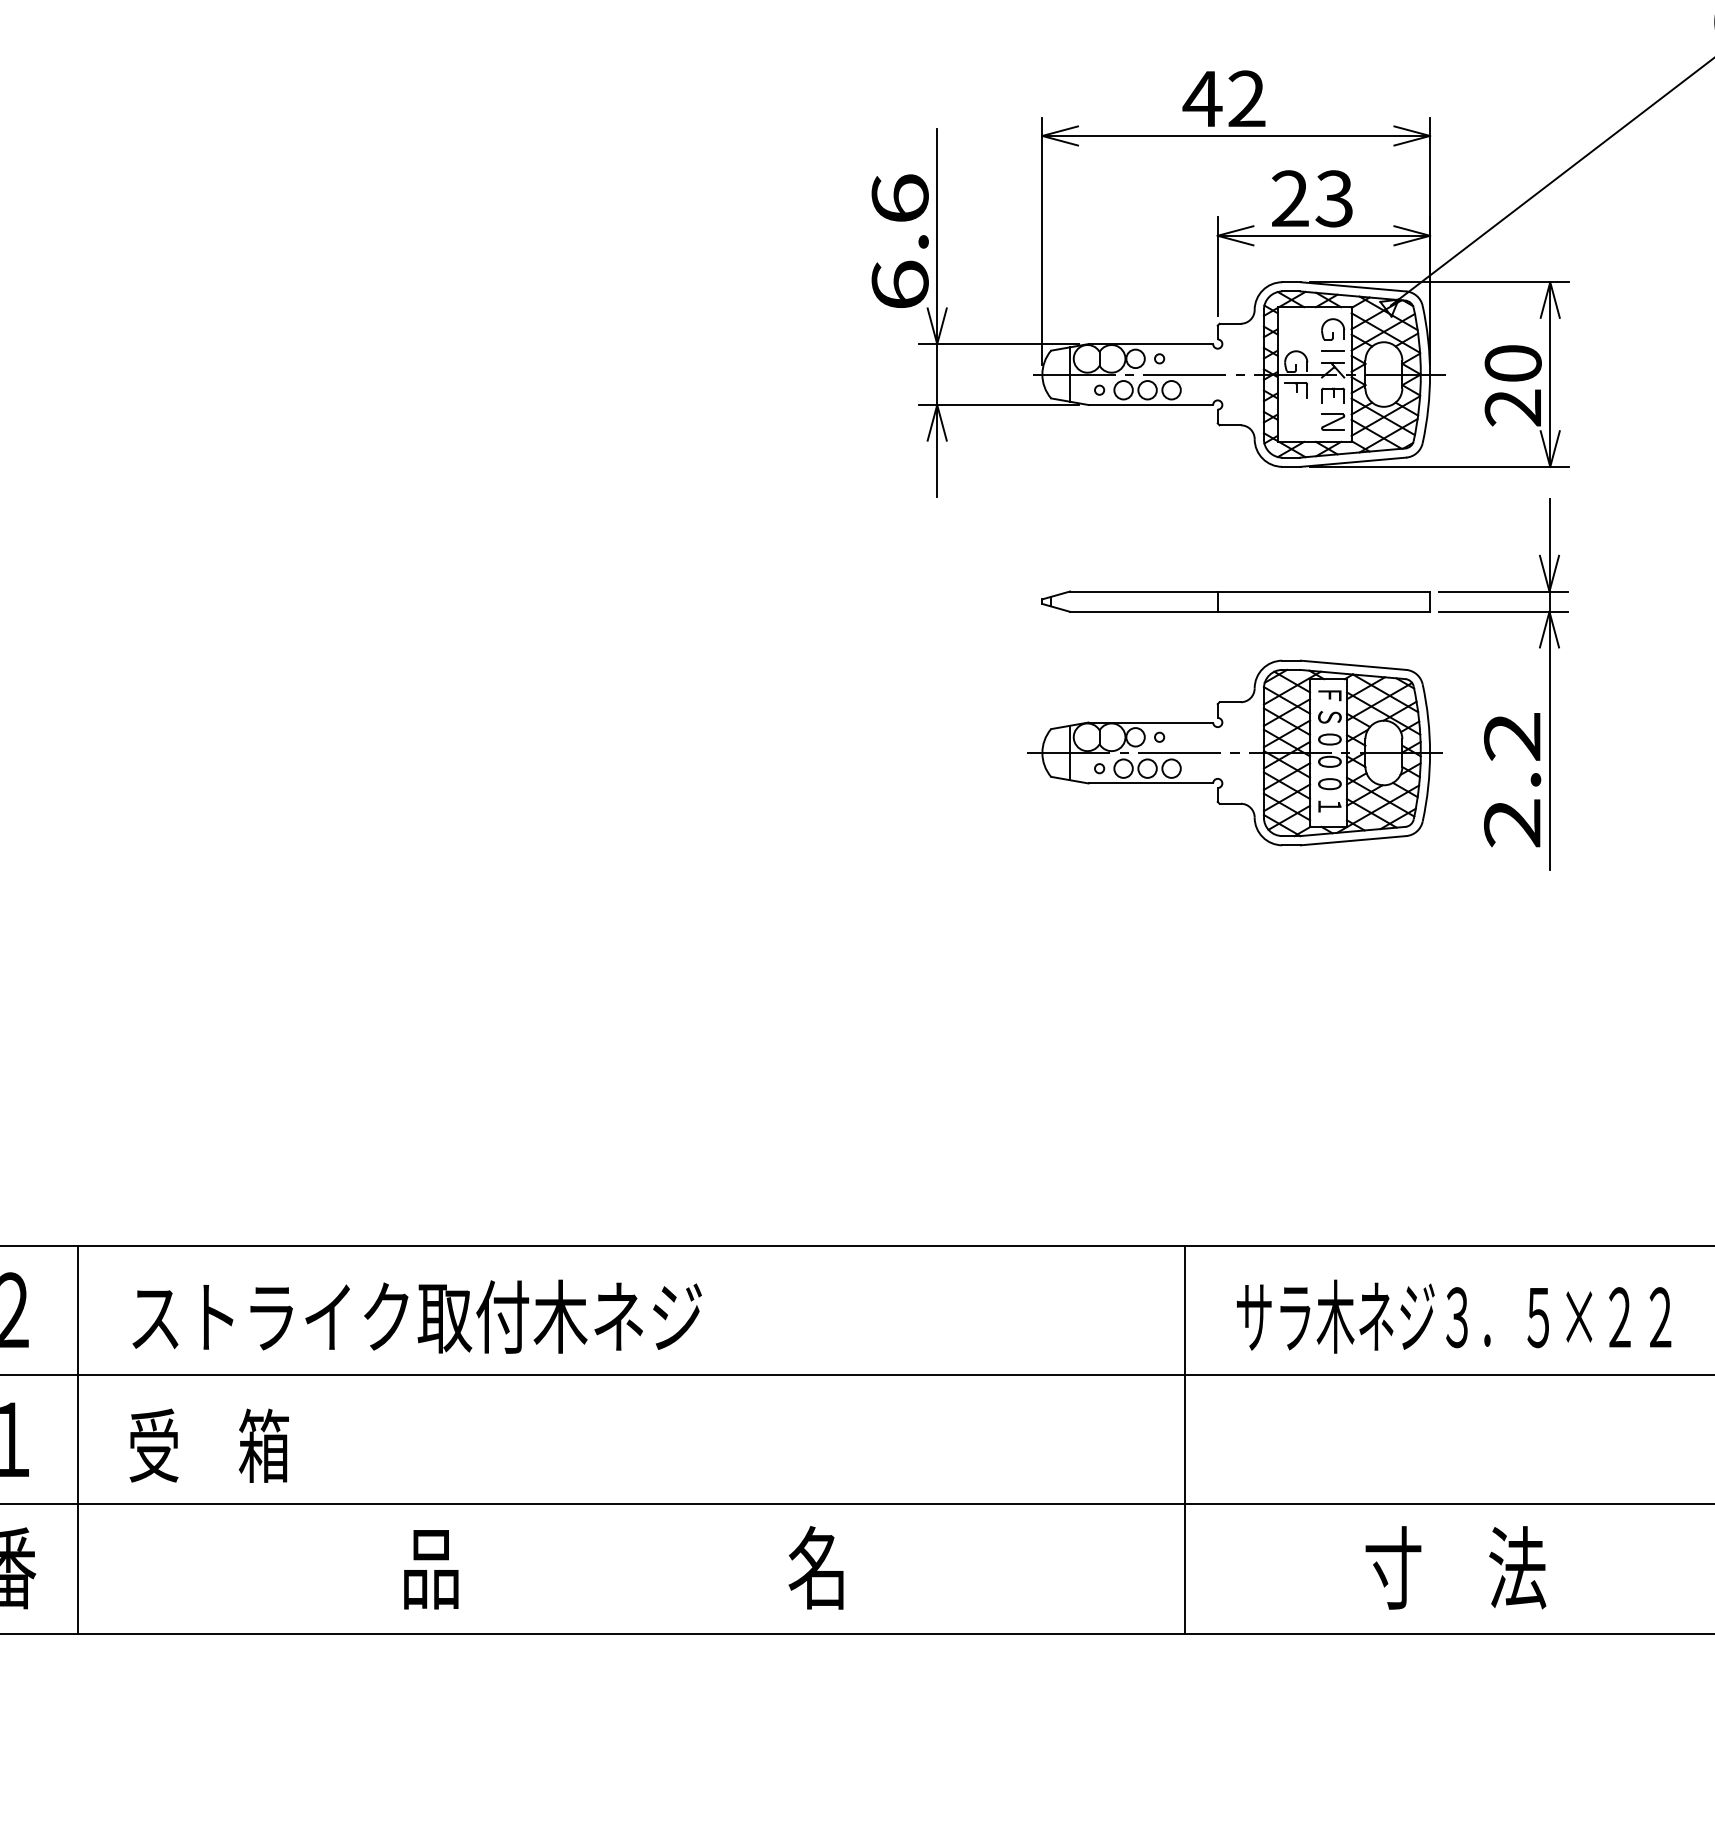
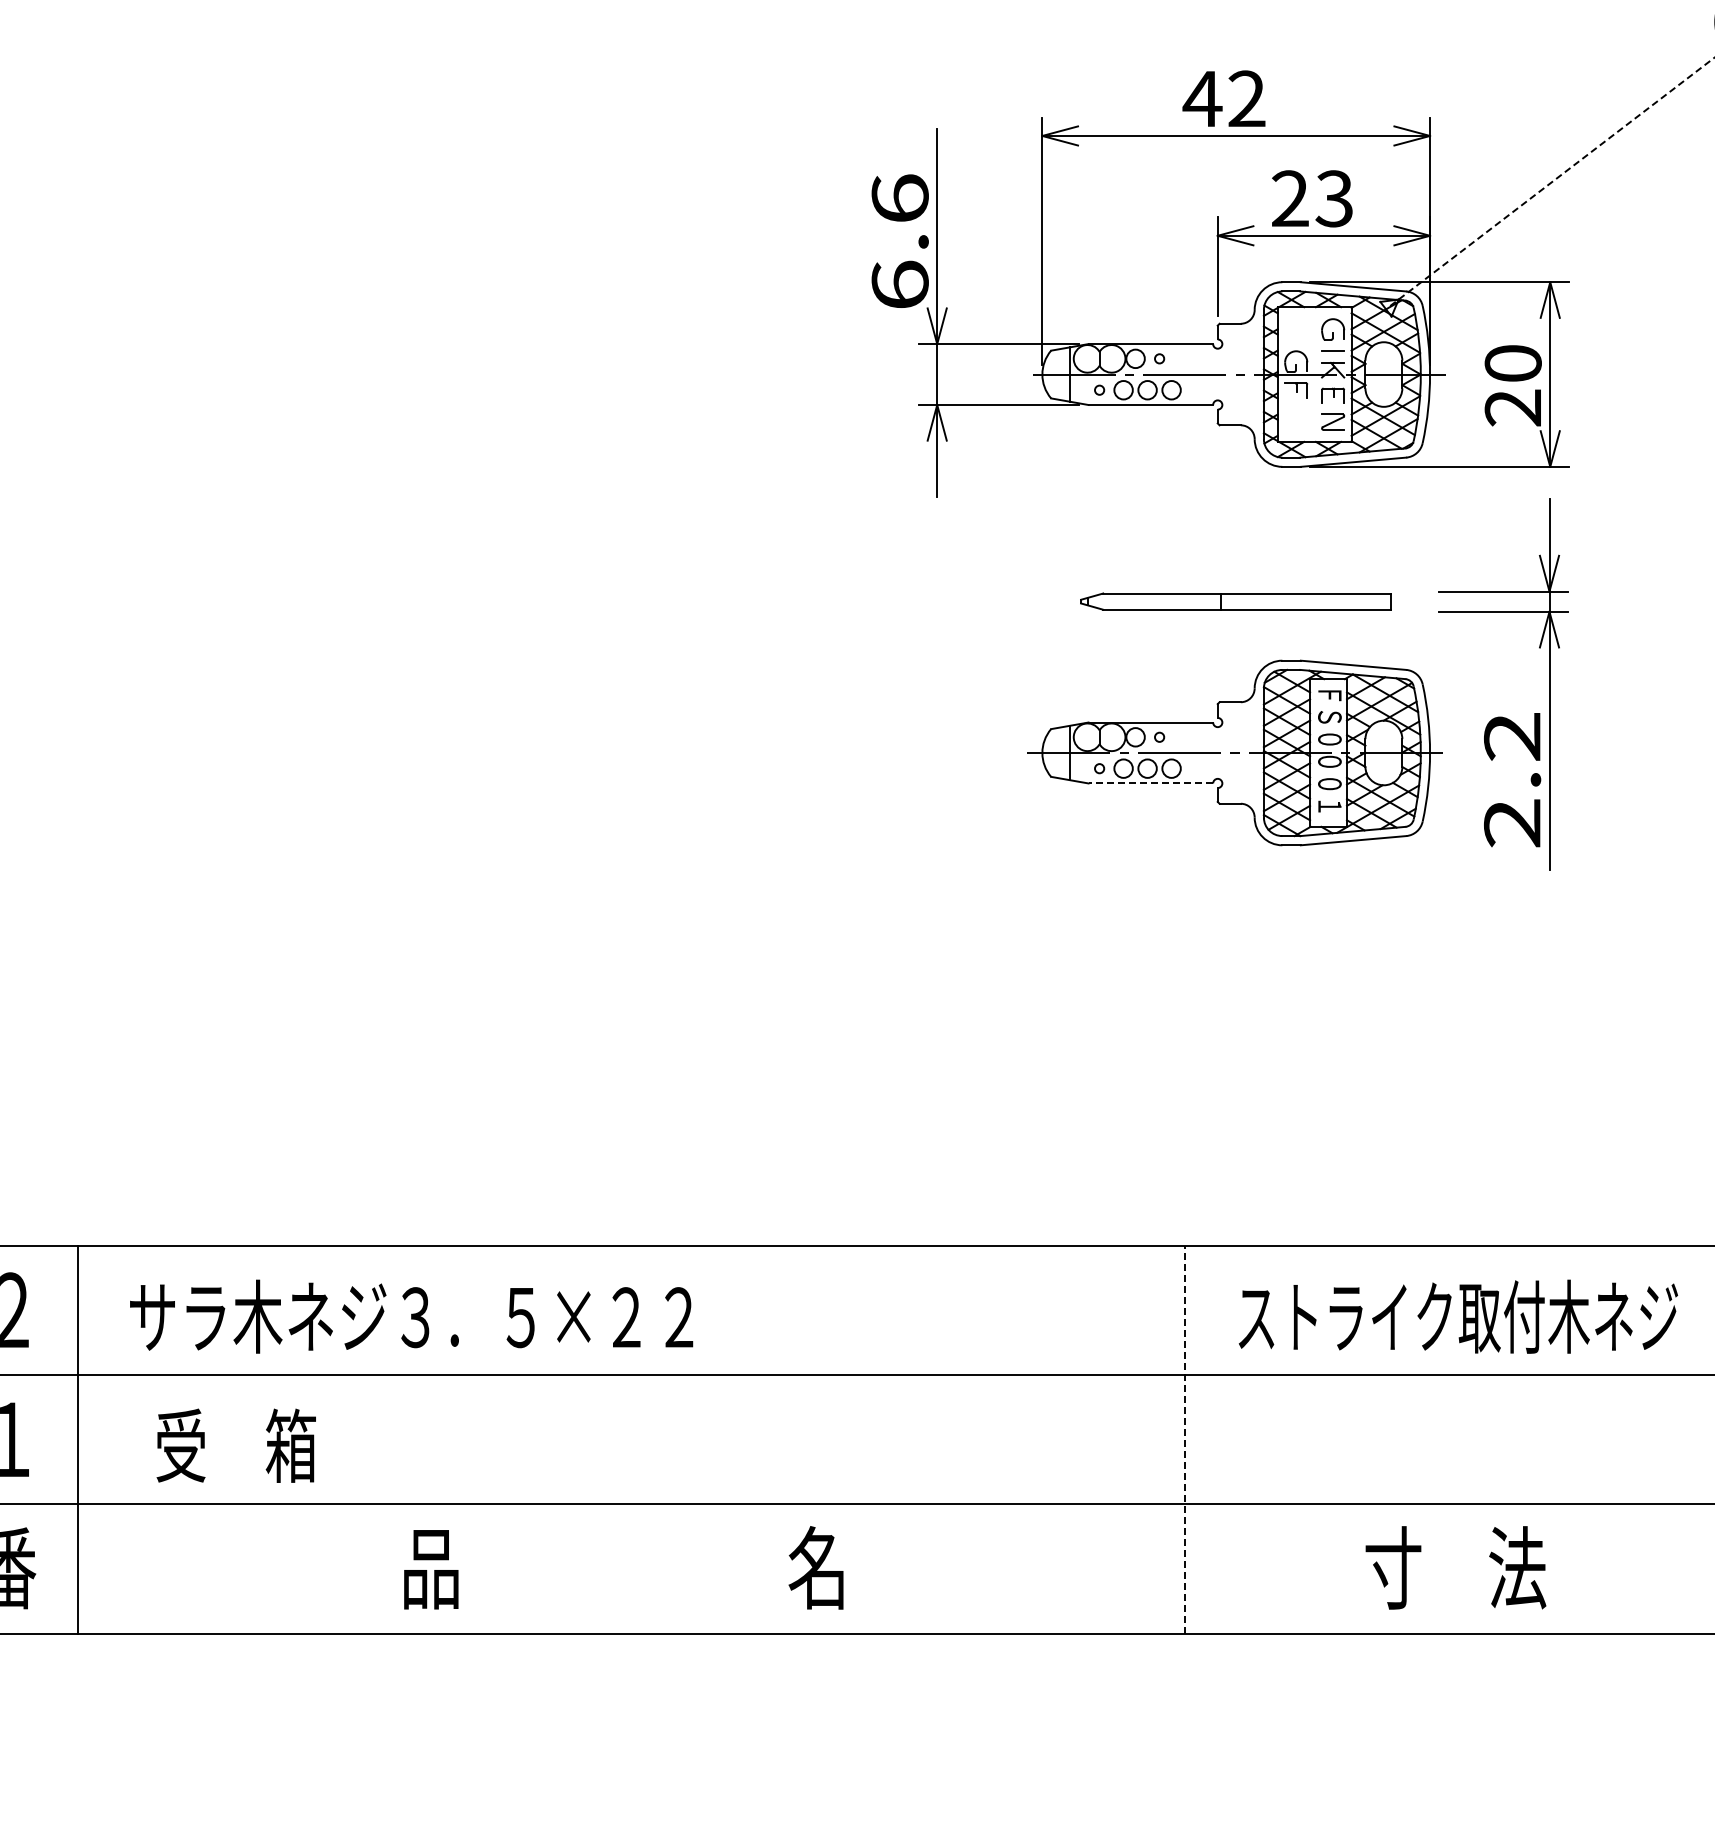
line at (1552, 181): solid -> dashed
part at (1235, 601) size: 390x23 px -> 312x19 px
line at (1150, 783): solid -> dashed
text at (415, 1316): ストライク取付木ネジ -> サラ木ネジ３．５×２２
text at (1457, 1316): サラ木ネジ３．５×２２ -> ストライク取付木ネジ
line at (1185, 1439): solid -> dashed
text at (208, 1445) position: (208, 1445) -> (235, 1445)
